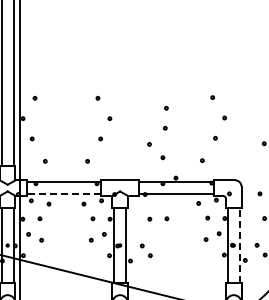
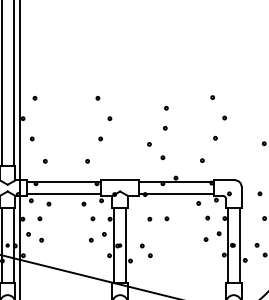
line at (63, 194): dashed -> solid
line at (239, 245): dashed -> solid
